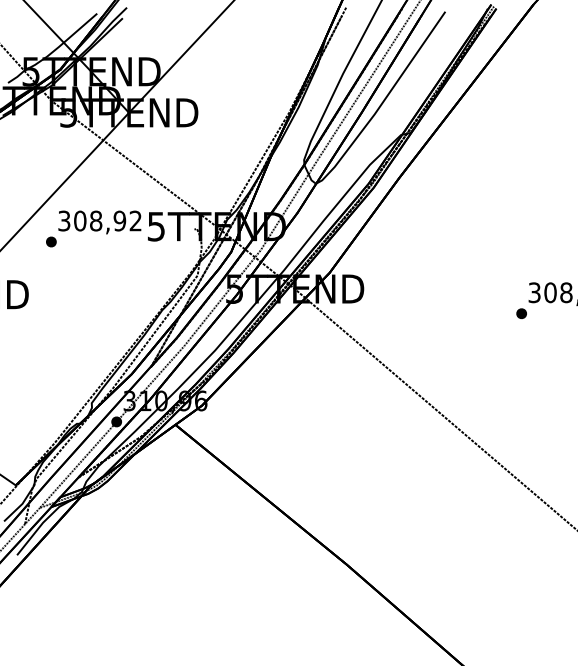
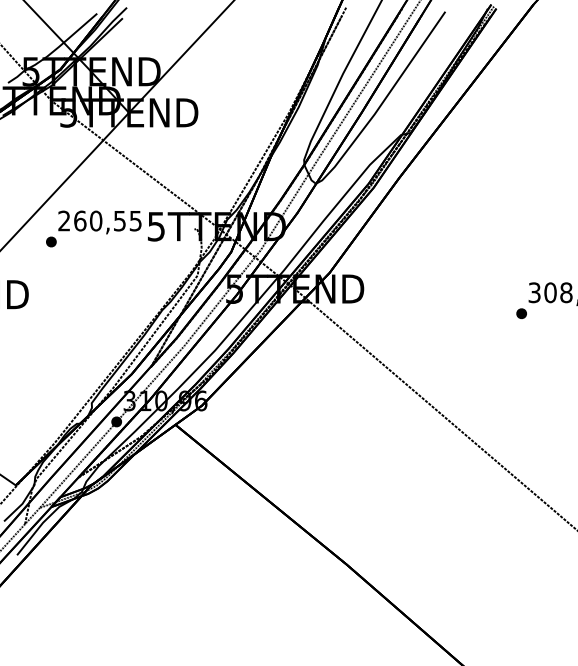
text at (99, 220): 308,92 -> 260,55
